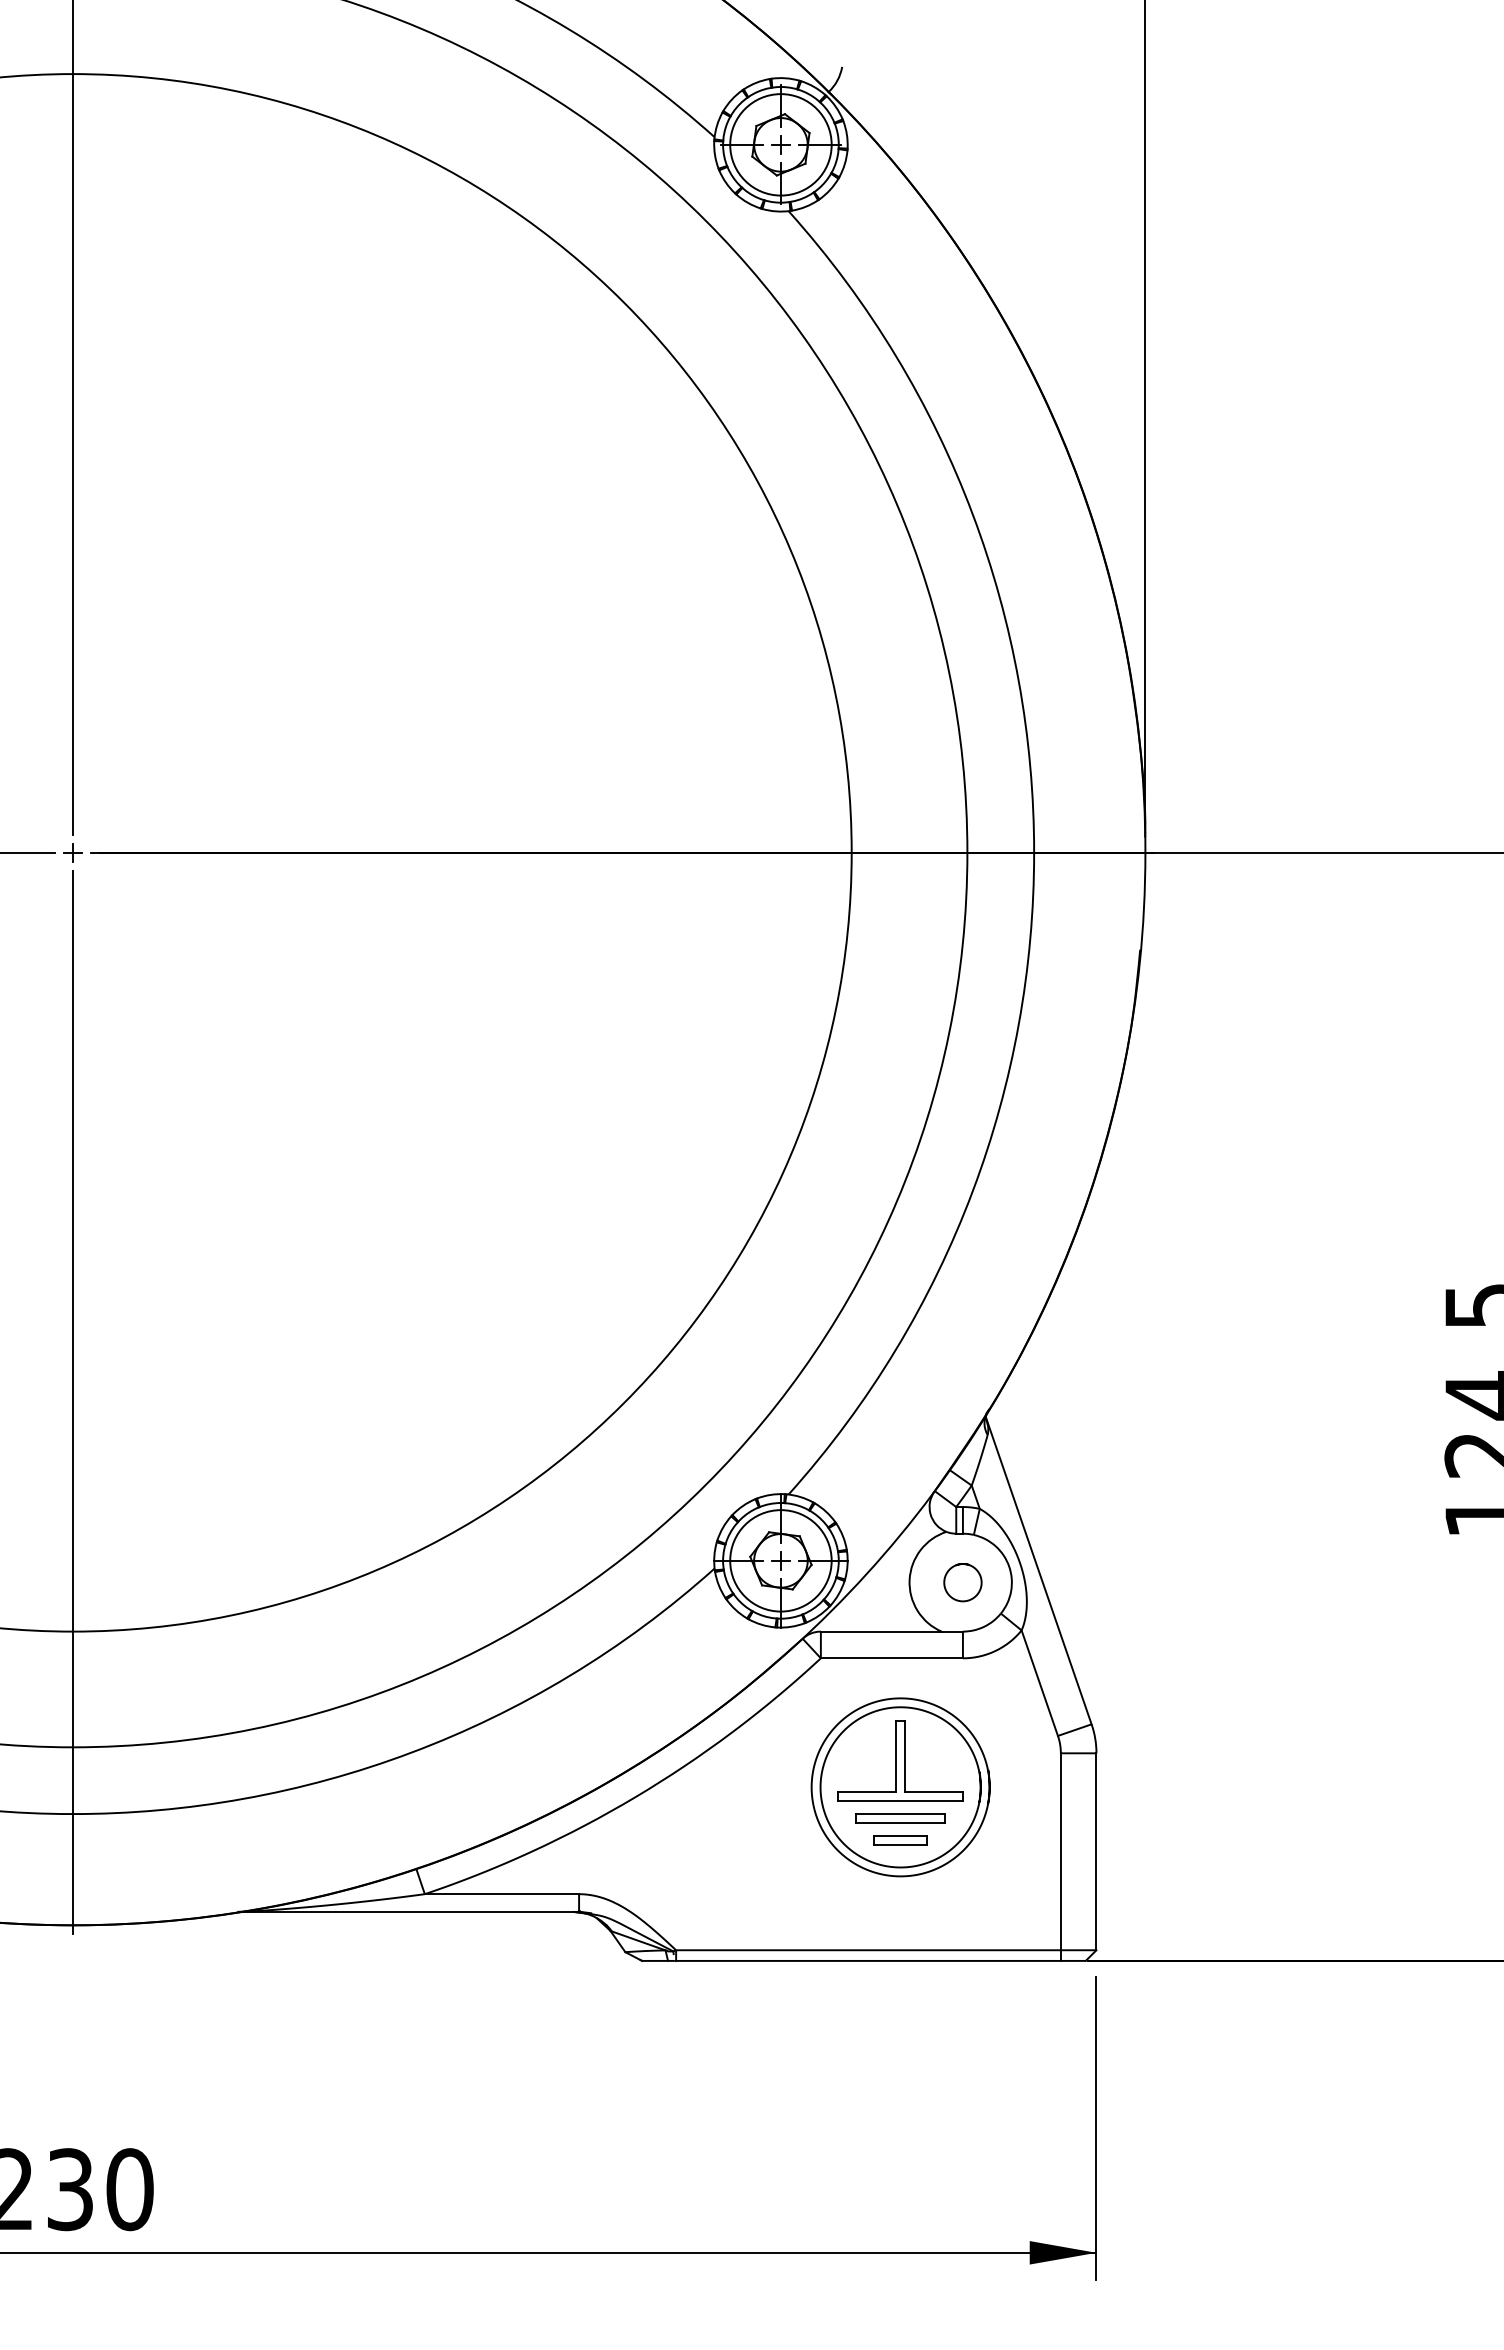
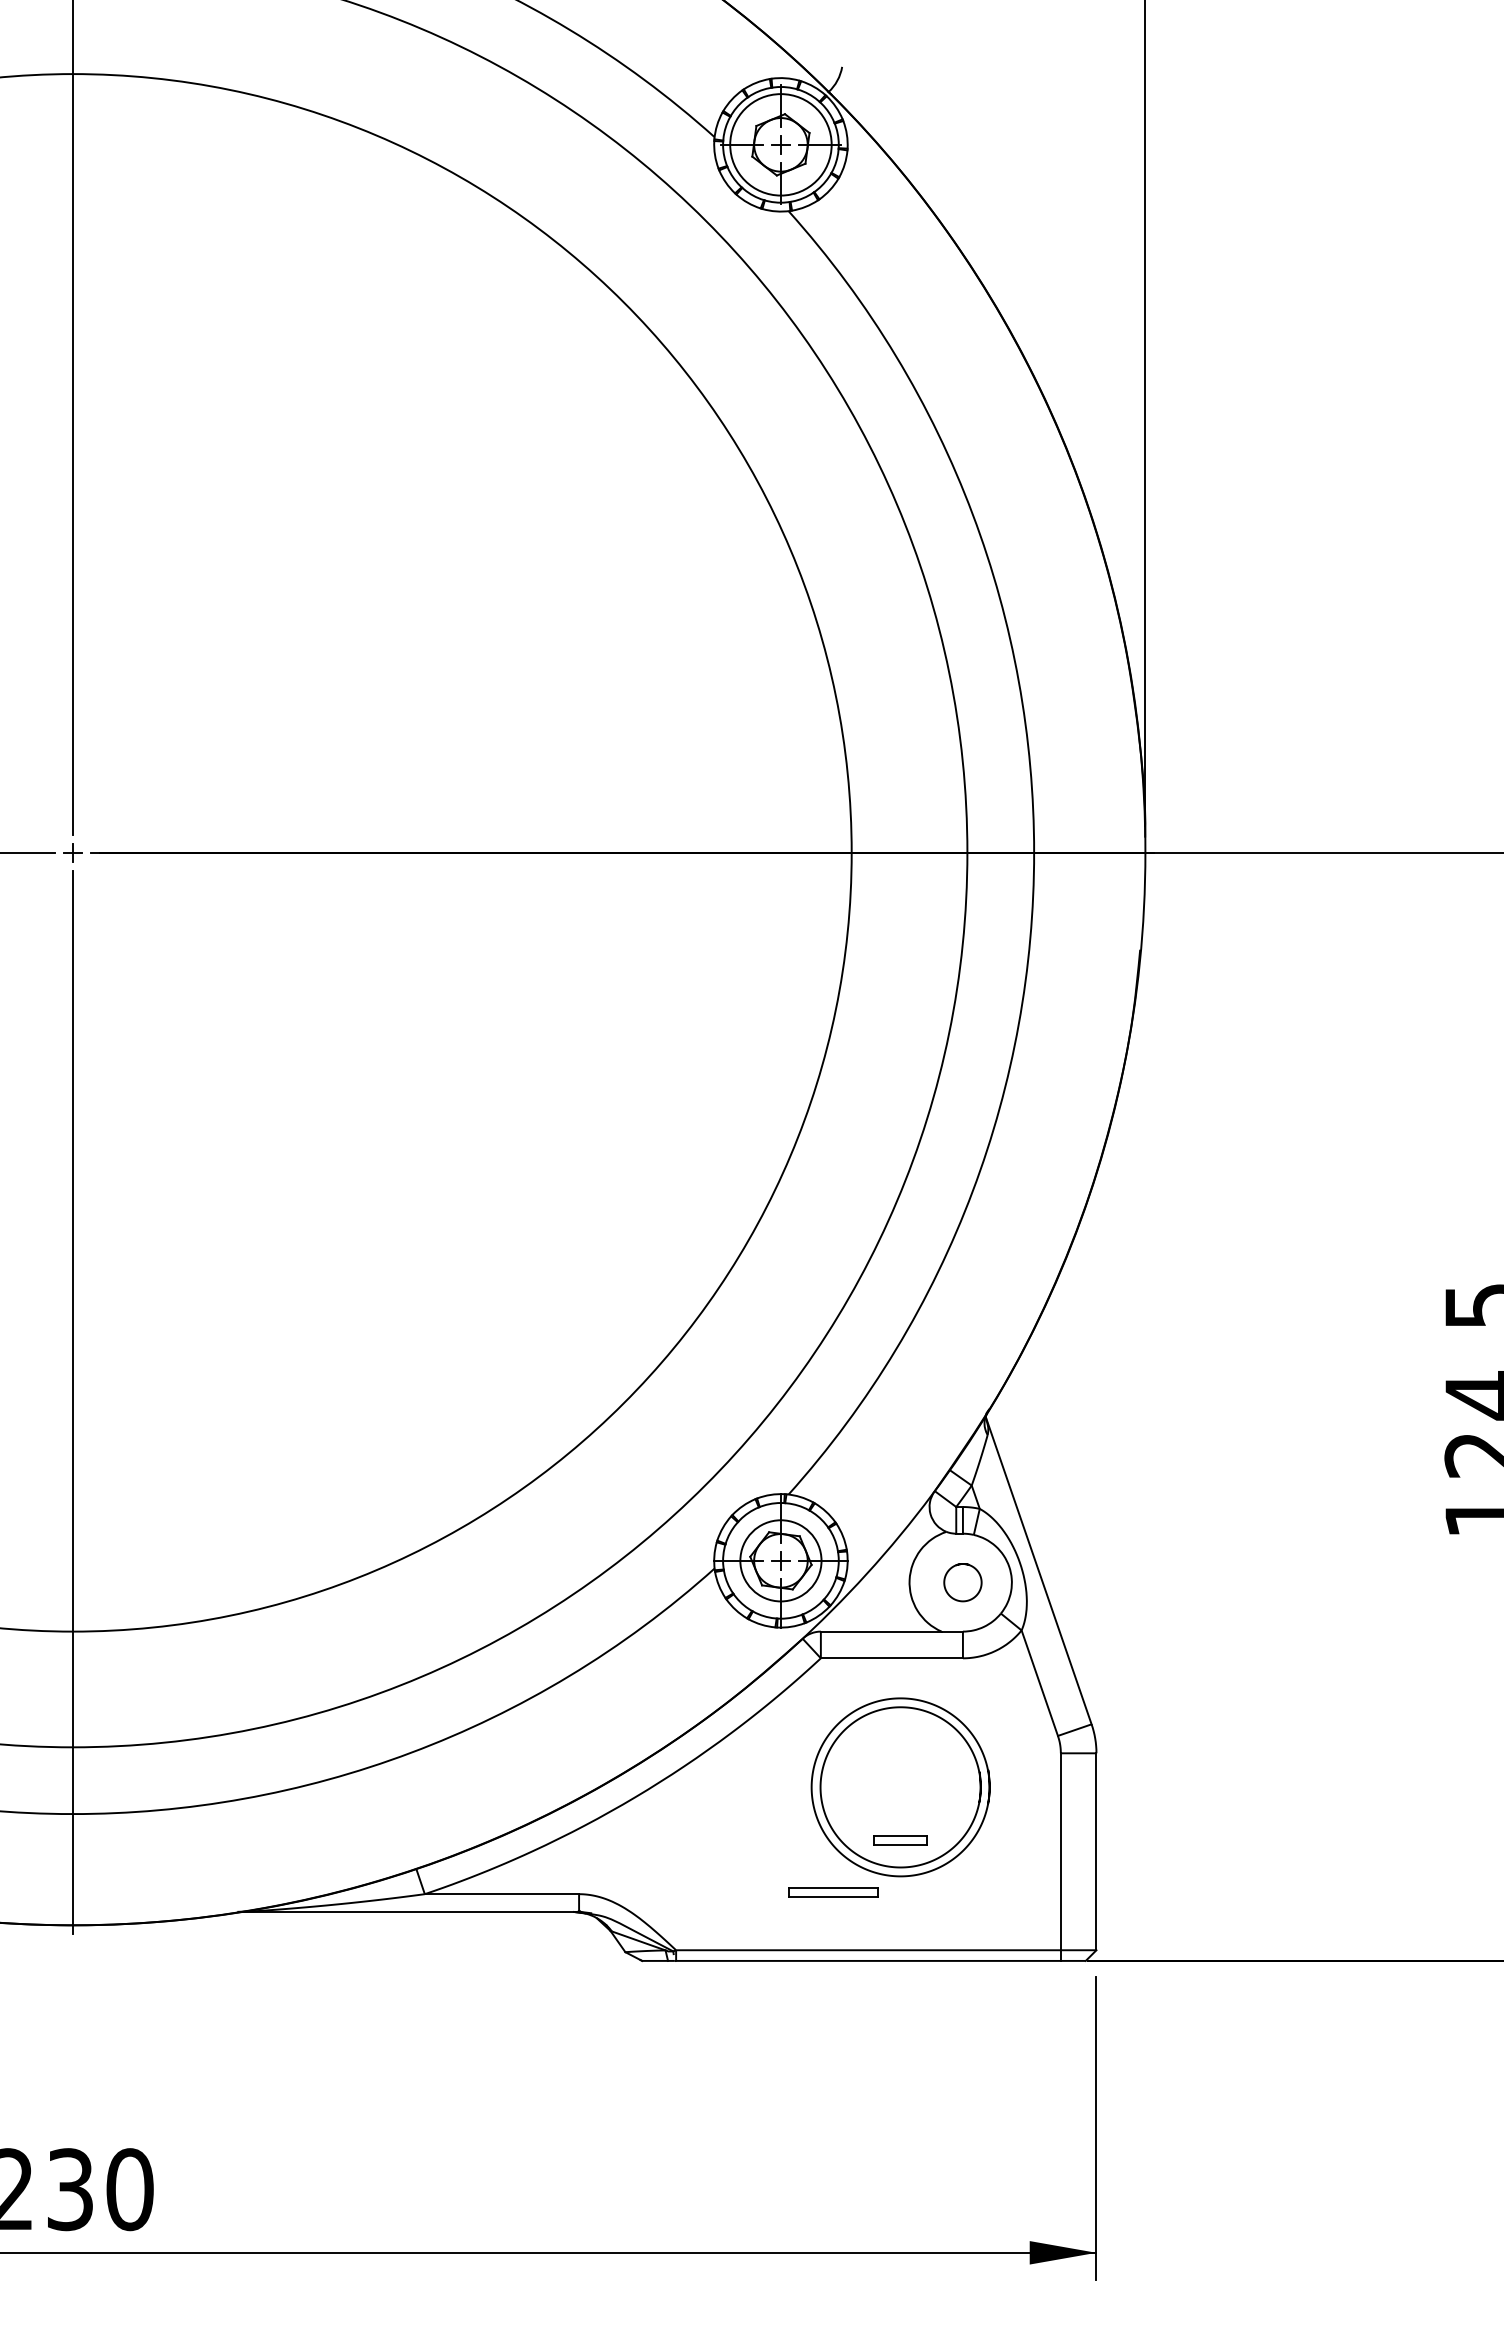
circle at (780, 1560) diameter: 101 px -> 81 px
part at (900, 1760): present -> none
part at (900, 1818) position: (900, 1818) -> (833, 1892)
